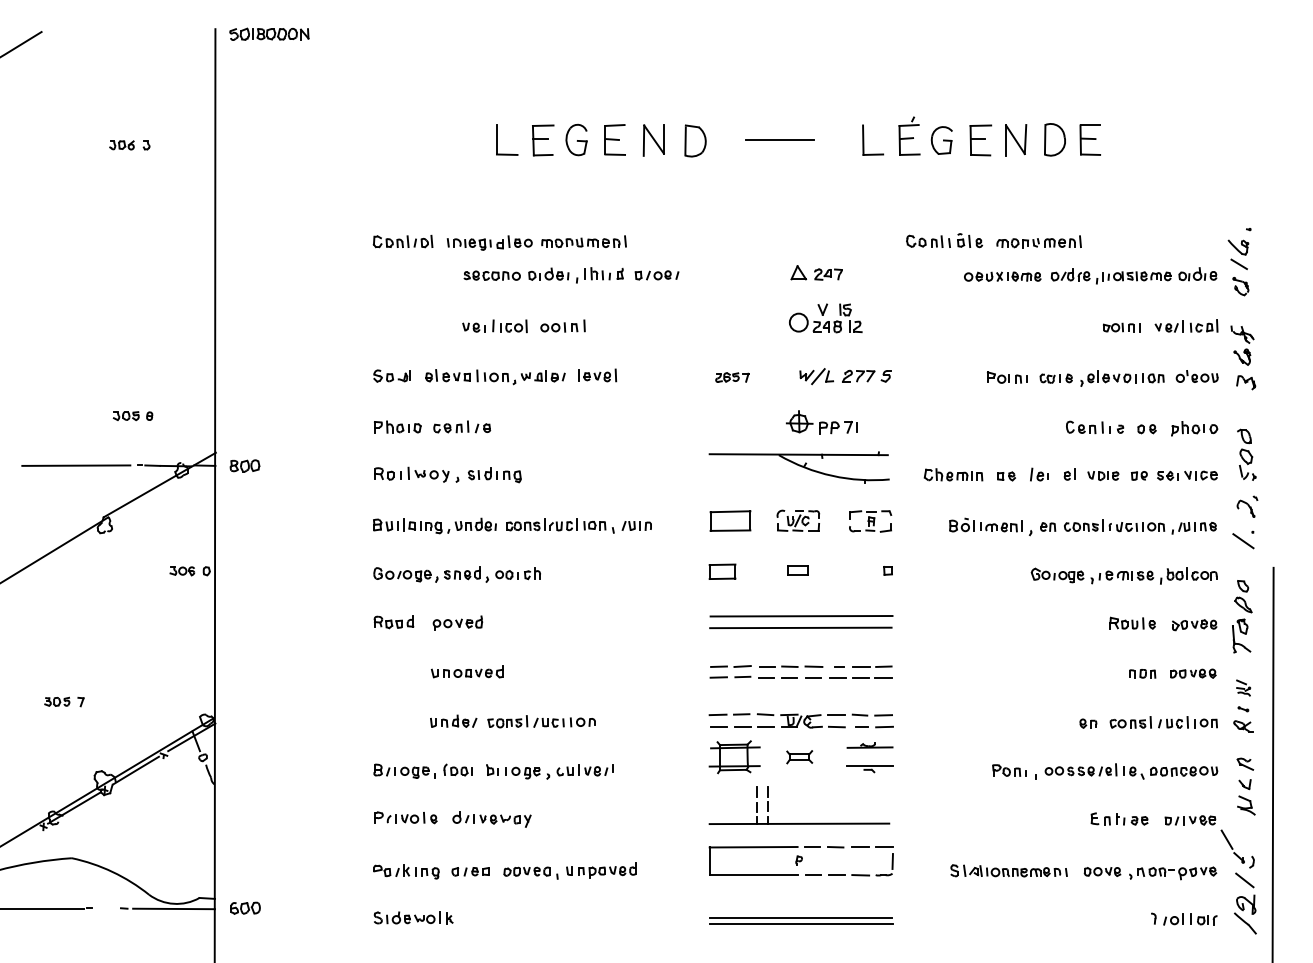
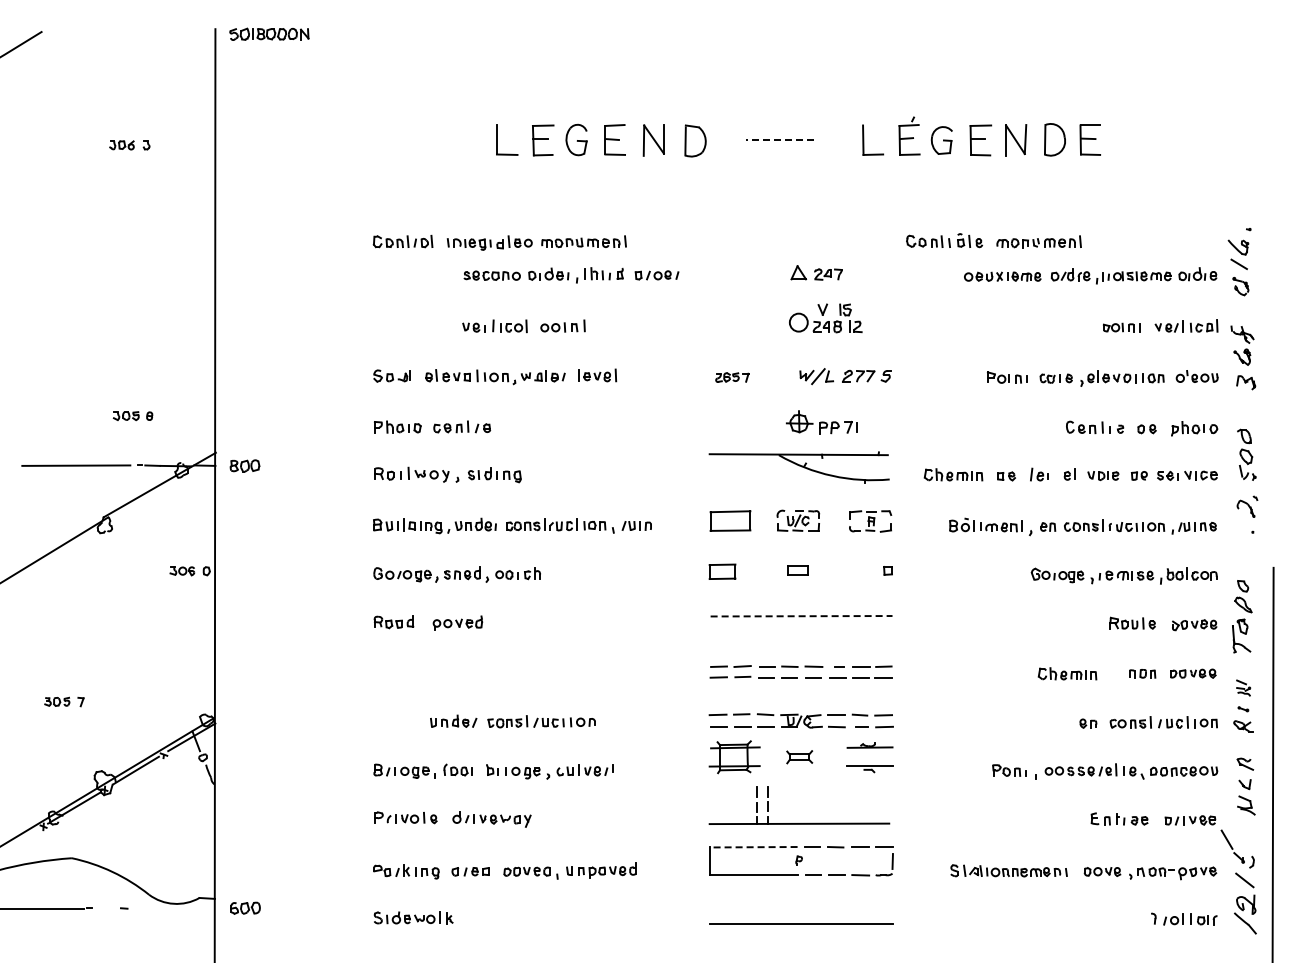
line at (779, 140): solid -> dashed
line at (1243, 541): present -> none
line at (801, 616): solid -> dashed
line at (800, 627): present -> none
part at (467, 671): present -> none
part at (1067, 673): none -> present
line at (753, 847): solid -> dashed
line at (173, 908): present -> none
line at (801, 917): present -> none
